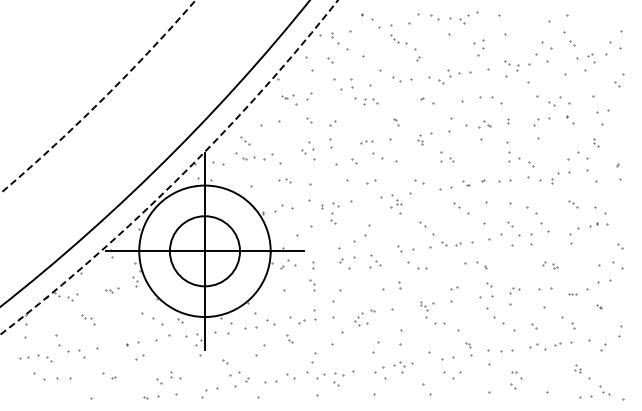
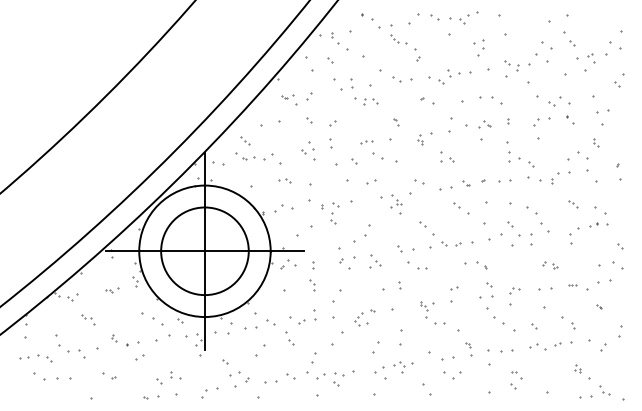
arc at (101, 100): dashed -> solid
arc at (179, 177): dashed -> solid
circle at (204, 251) diameter: 70 px -> 88 px
part at (572, 294) position: (572, 294) -> (572, 285)
part at (114, 338): none -> present
part at (289, 338) size: 8x10 px -> 10x15 px
